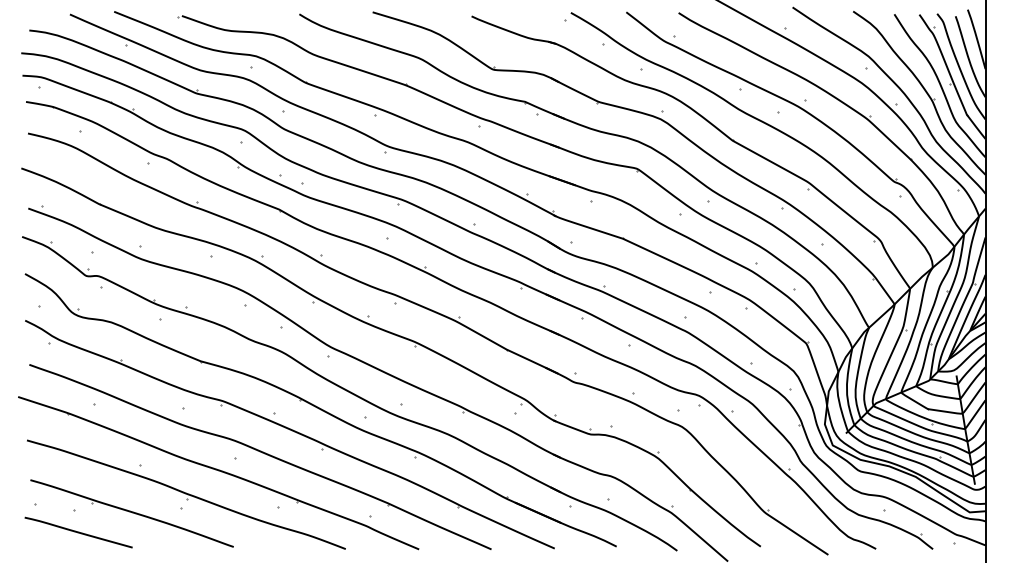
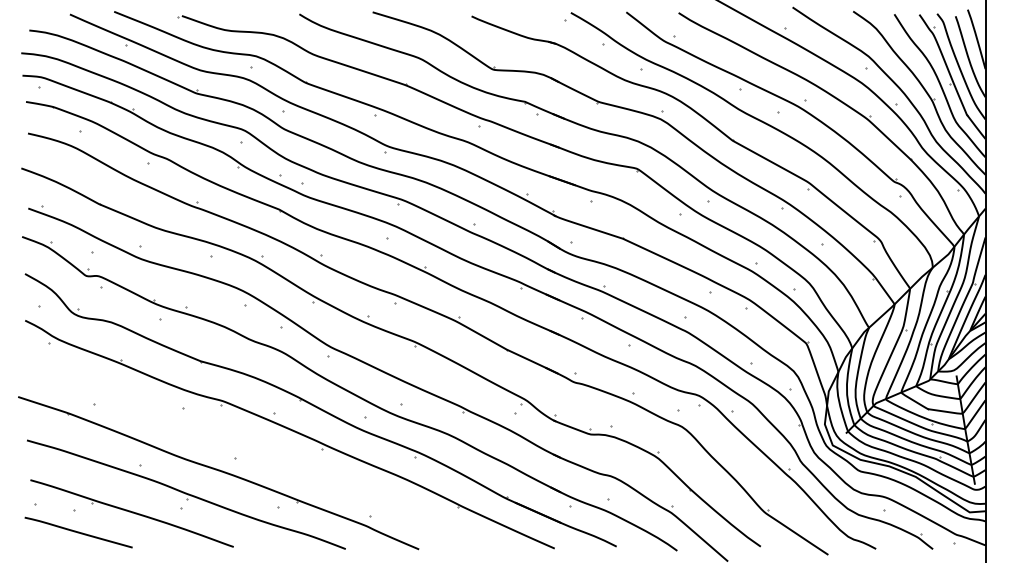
part at (260, 456): present -> none
